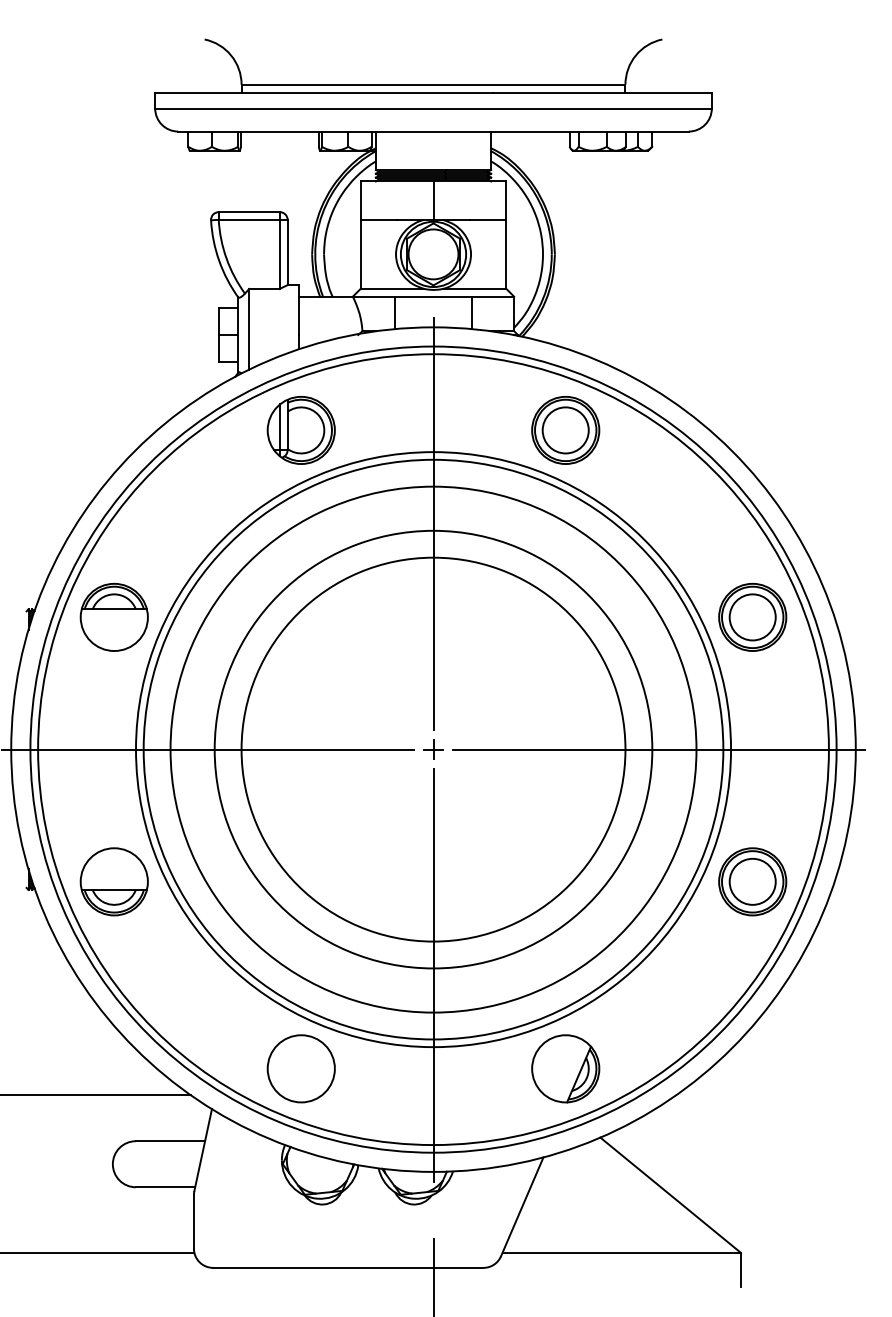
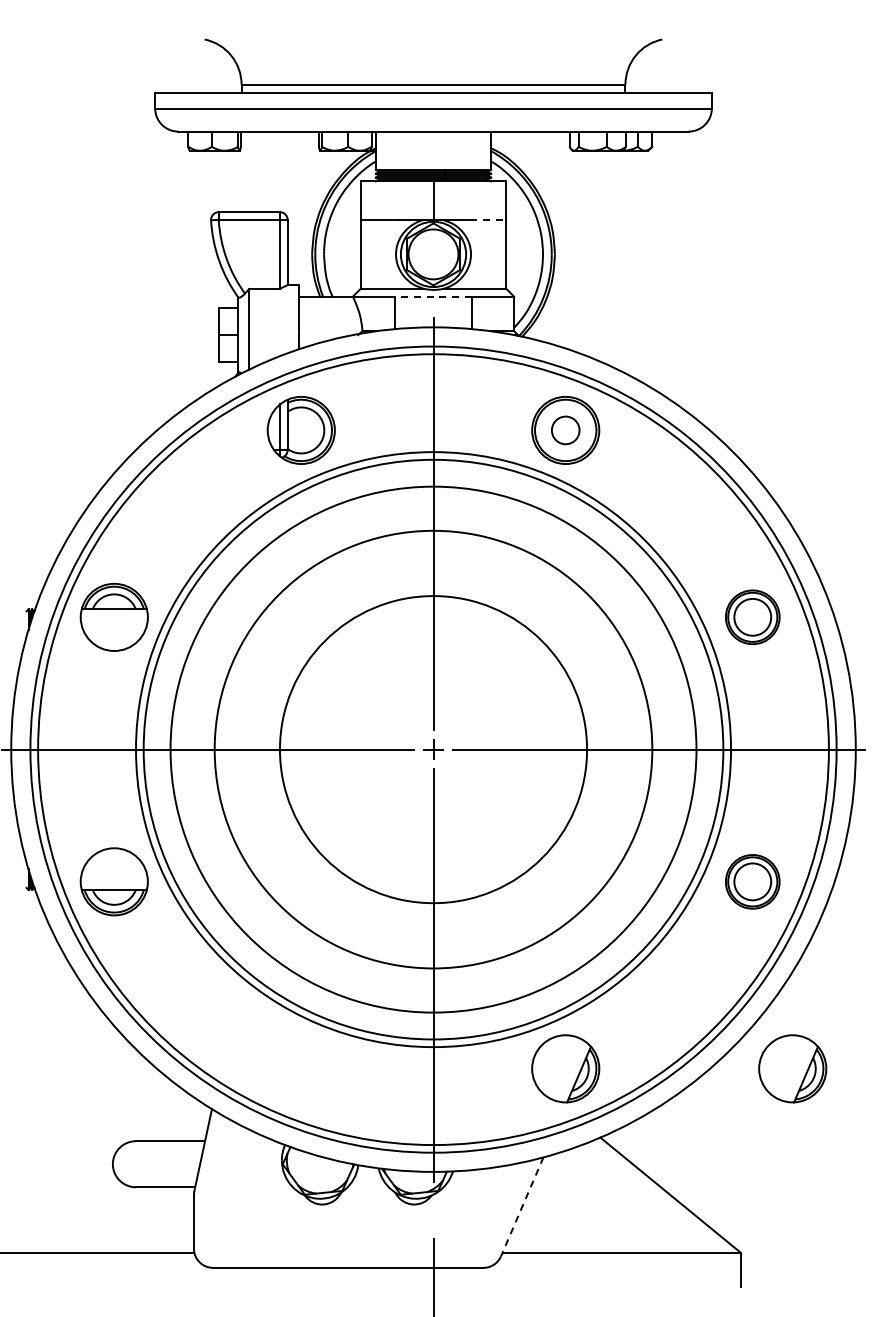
line at (488, 219): solid -> dashed
line at (433, 296): solid -> dashed
circle at (565, 430) diameter: 46 px -> 28 px
part at (752, 616) size: 70x70 px -> 56x57 px
circle at (433, 749) diameter: 384 px -> 307 px
part at (752, 881) size: 70x70 px -> 56x56 px
circle at (300, 1068): present -> none
part at (792, 1068): none -> present
line at (96, 1095): present -> none
line at (522, 1206): solid -> dashed
